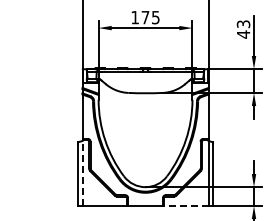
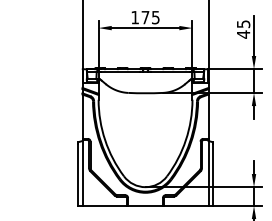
text at (242, 23): 43 -> 45
line at (82, 173): dashed -> solid
line at (186, 205): dashed -> solid
